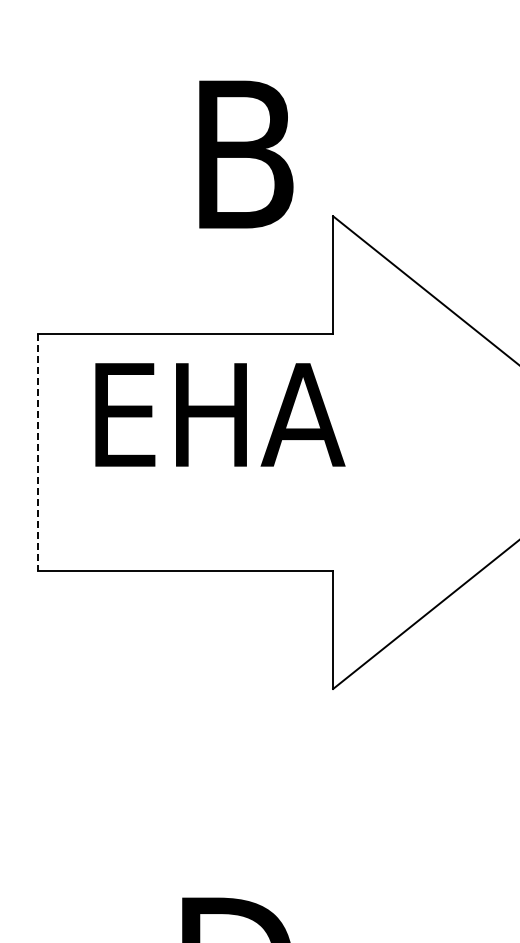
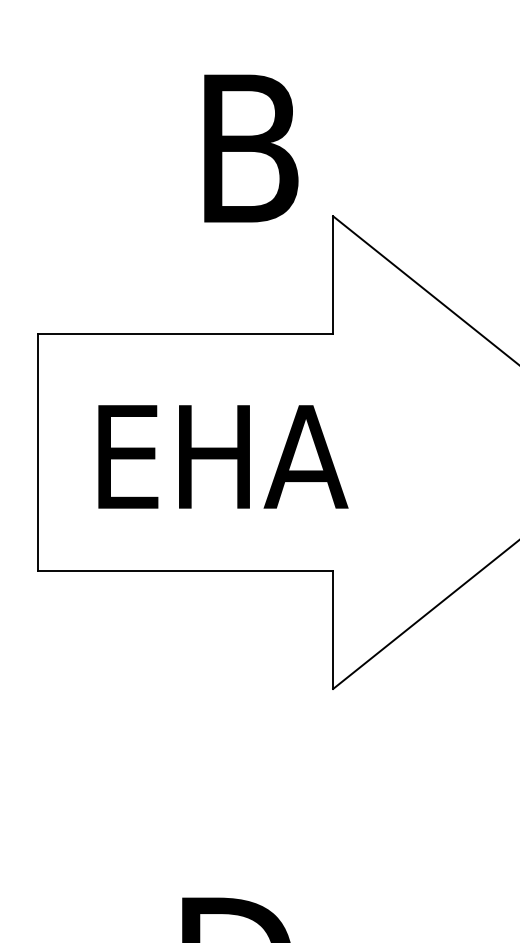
text at (246, 154) position: (246, 154) -> (251, 148)
text at (220, 414) position: (220, 414) -> (223, 456)
line at (37, 453): dashed -> solid
